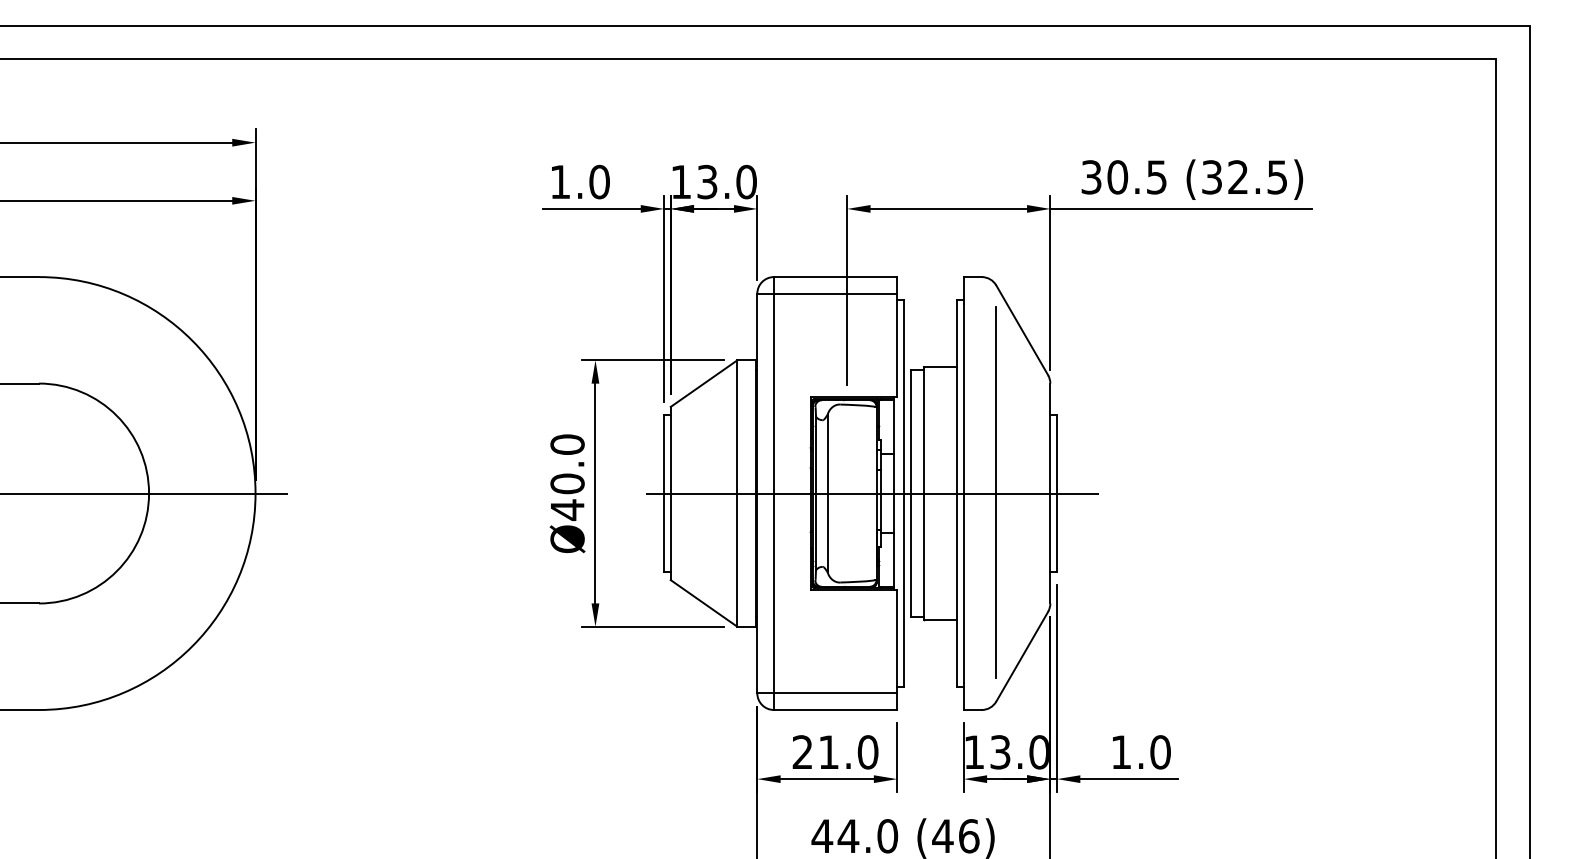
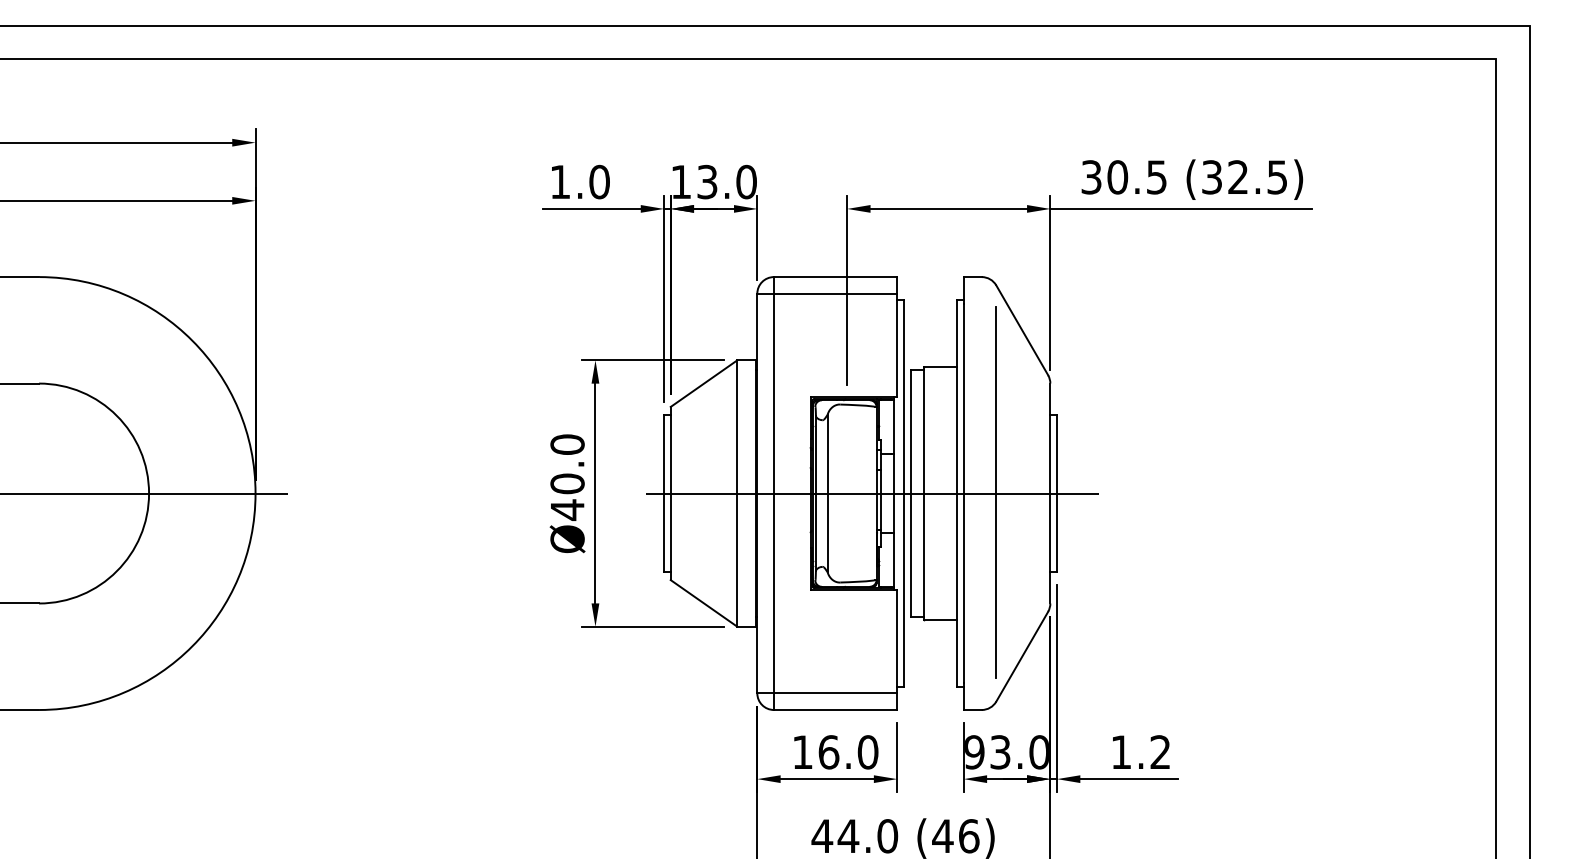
text at (815, 752): 21.0 -> 16.0
text at (974, 752): 13.0 -> 93.0
text at (1160, 752): 1.0 -> 1.2
